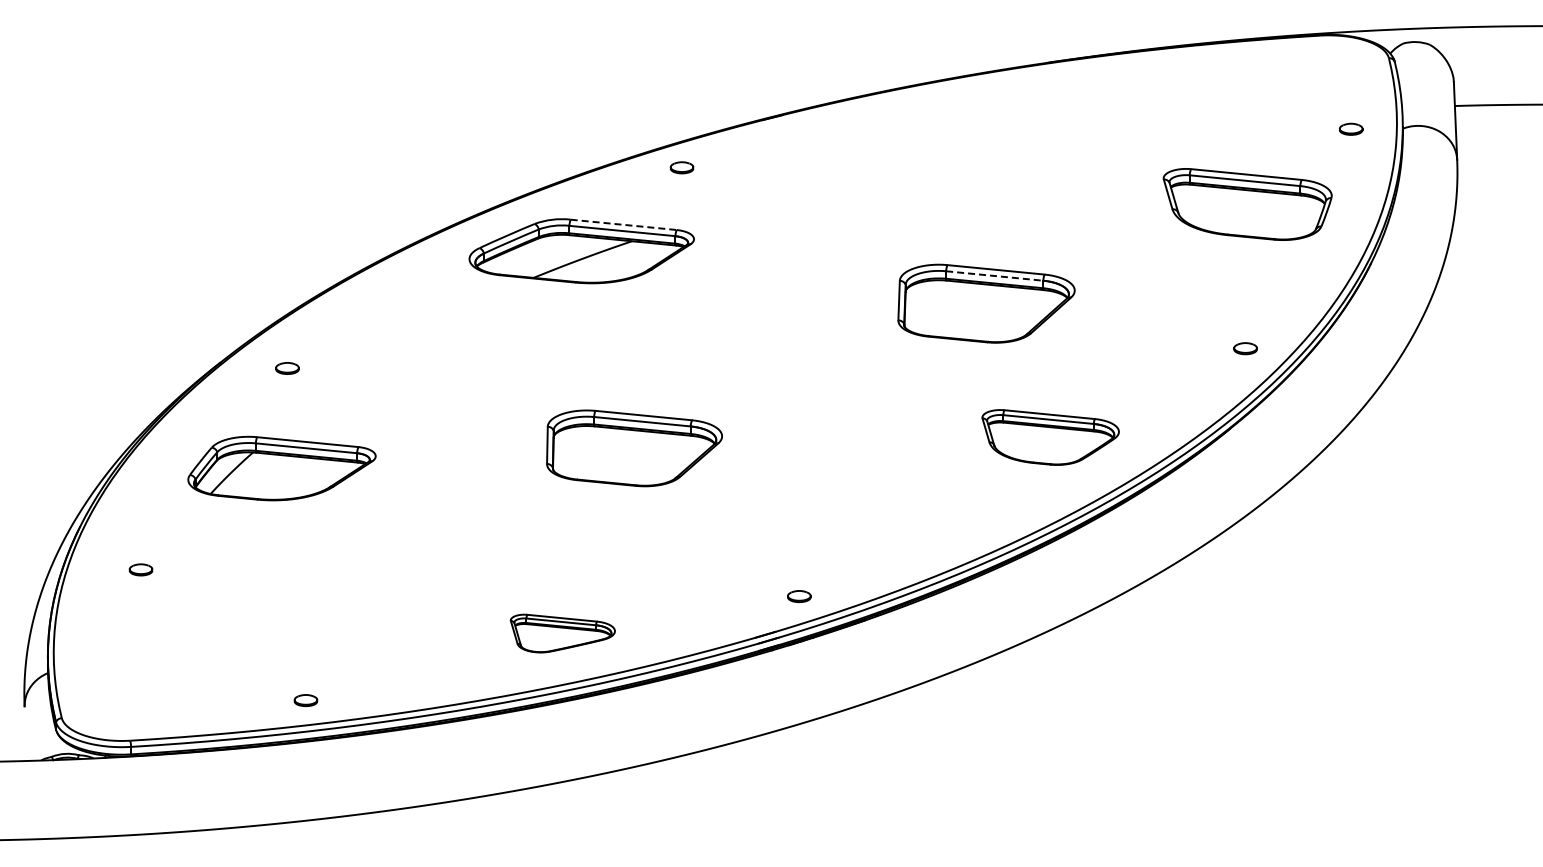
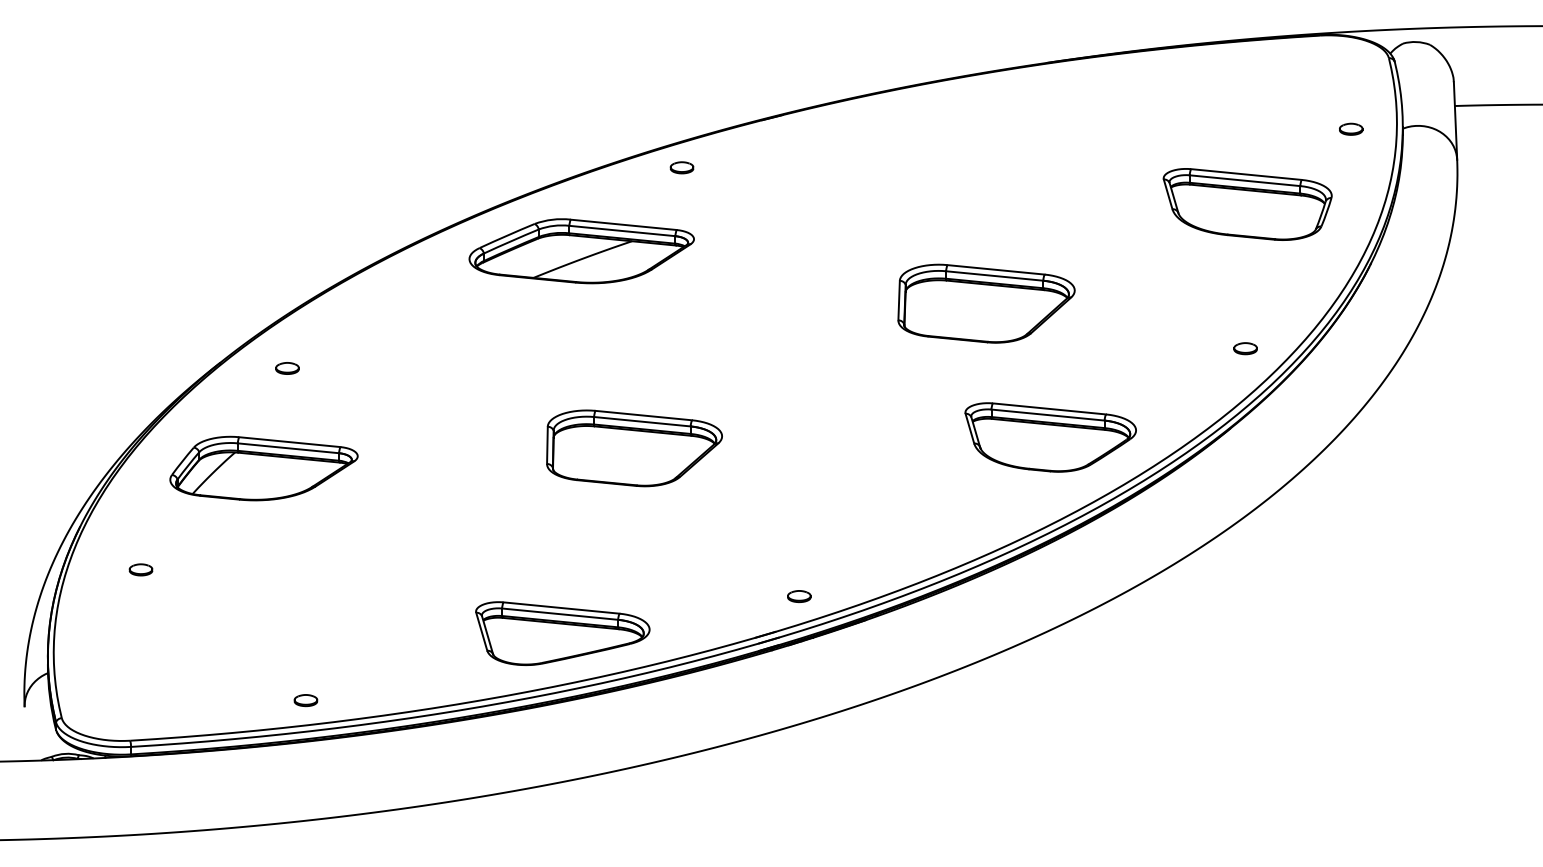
line at (624, 224): dashed -> solid
line at (994, 276): dashed -> solid
part at (1050, 437) size: 139x57 px -> 173x71 px
part at (281, 468) position: (281, 468) -> (263, 468)
part at (562, 633) size: 107x41 px -> 176x65 px
